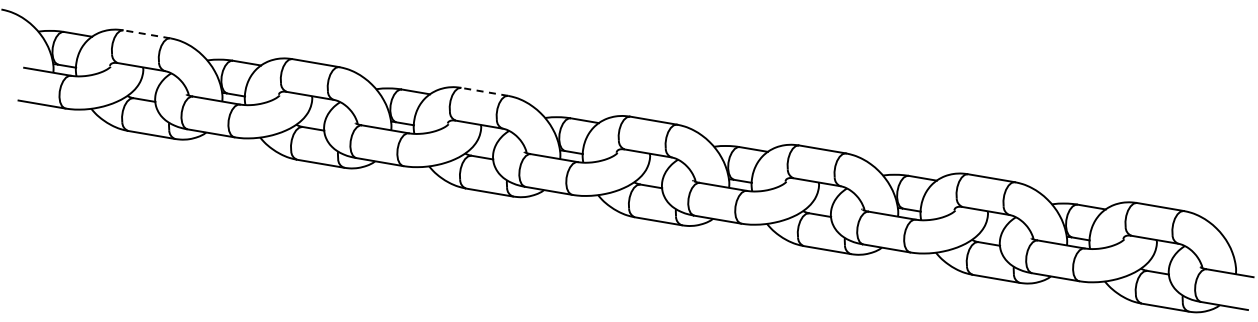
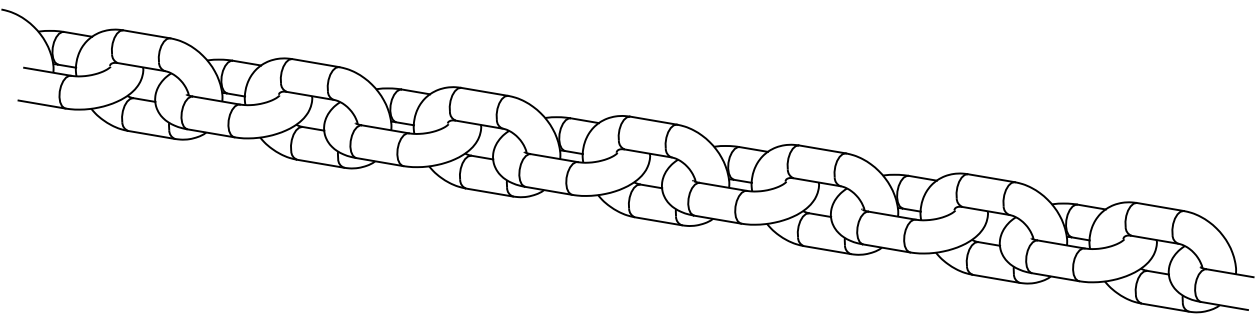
line at (146, 34): dashed -> solid
line at (484, 91): dashed -> solid
